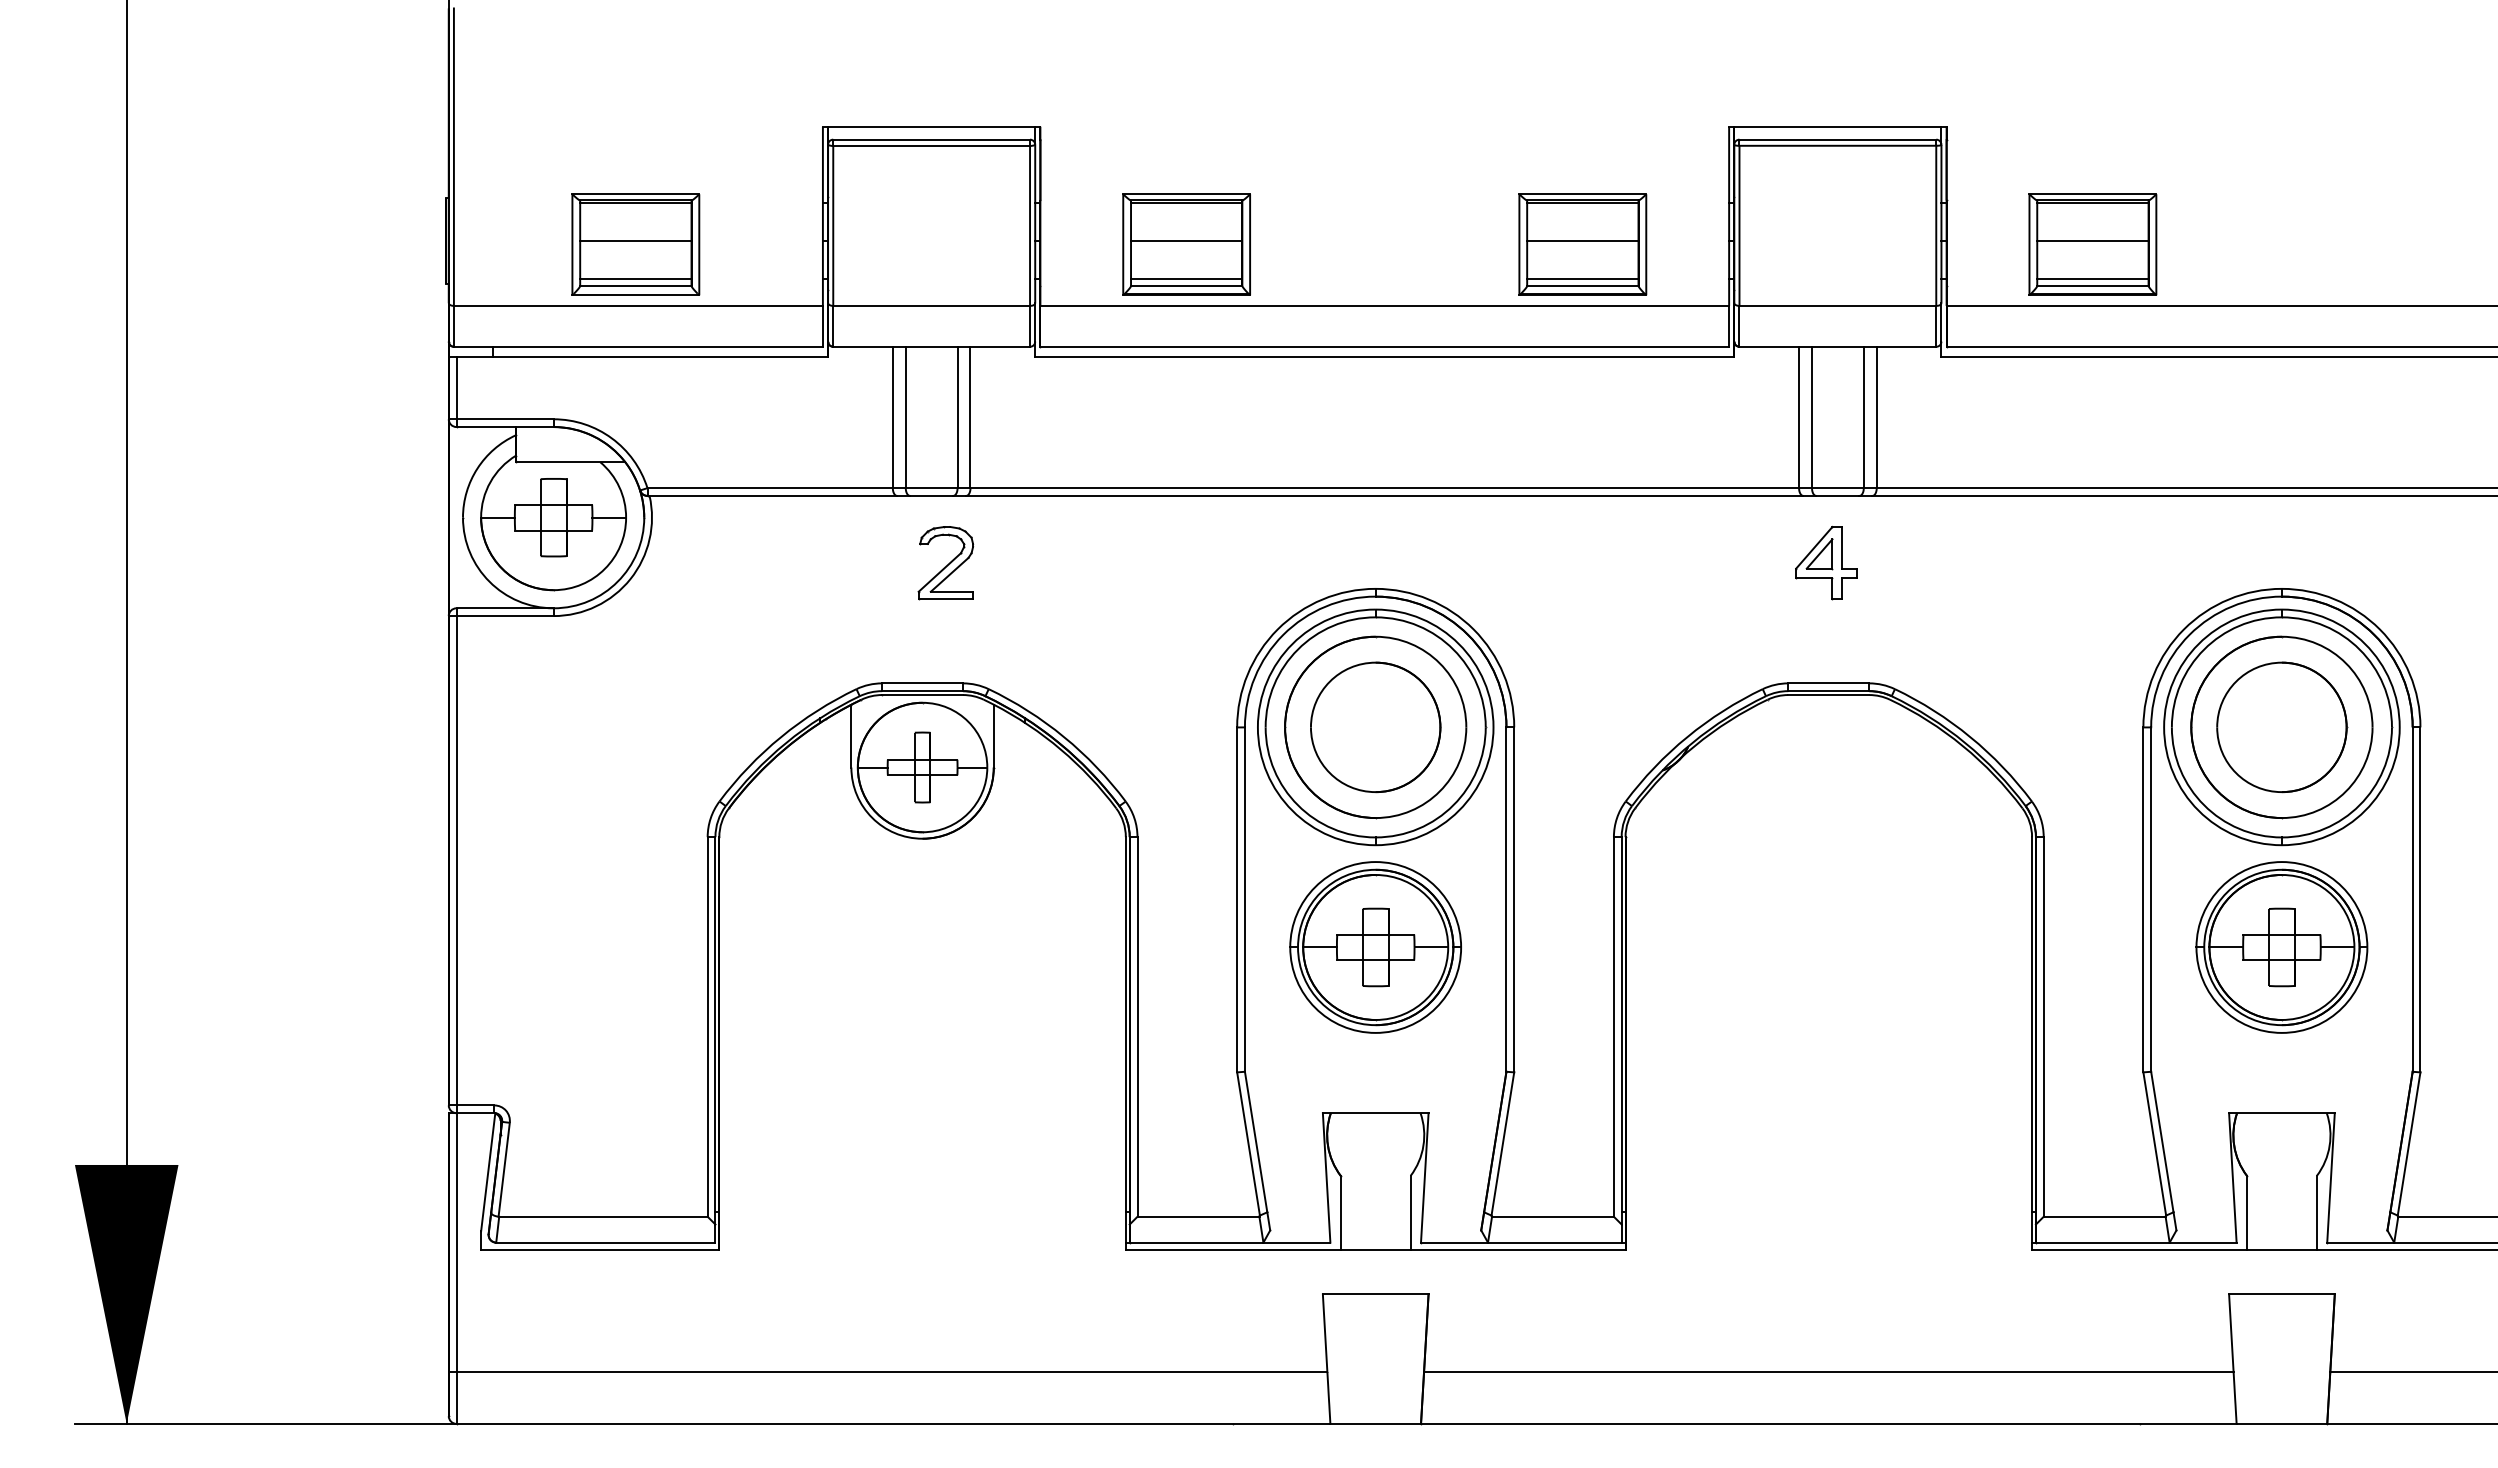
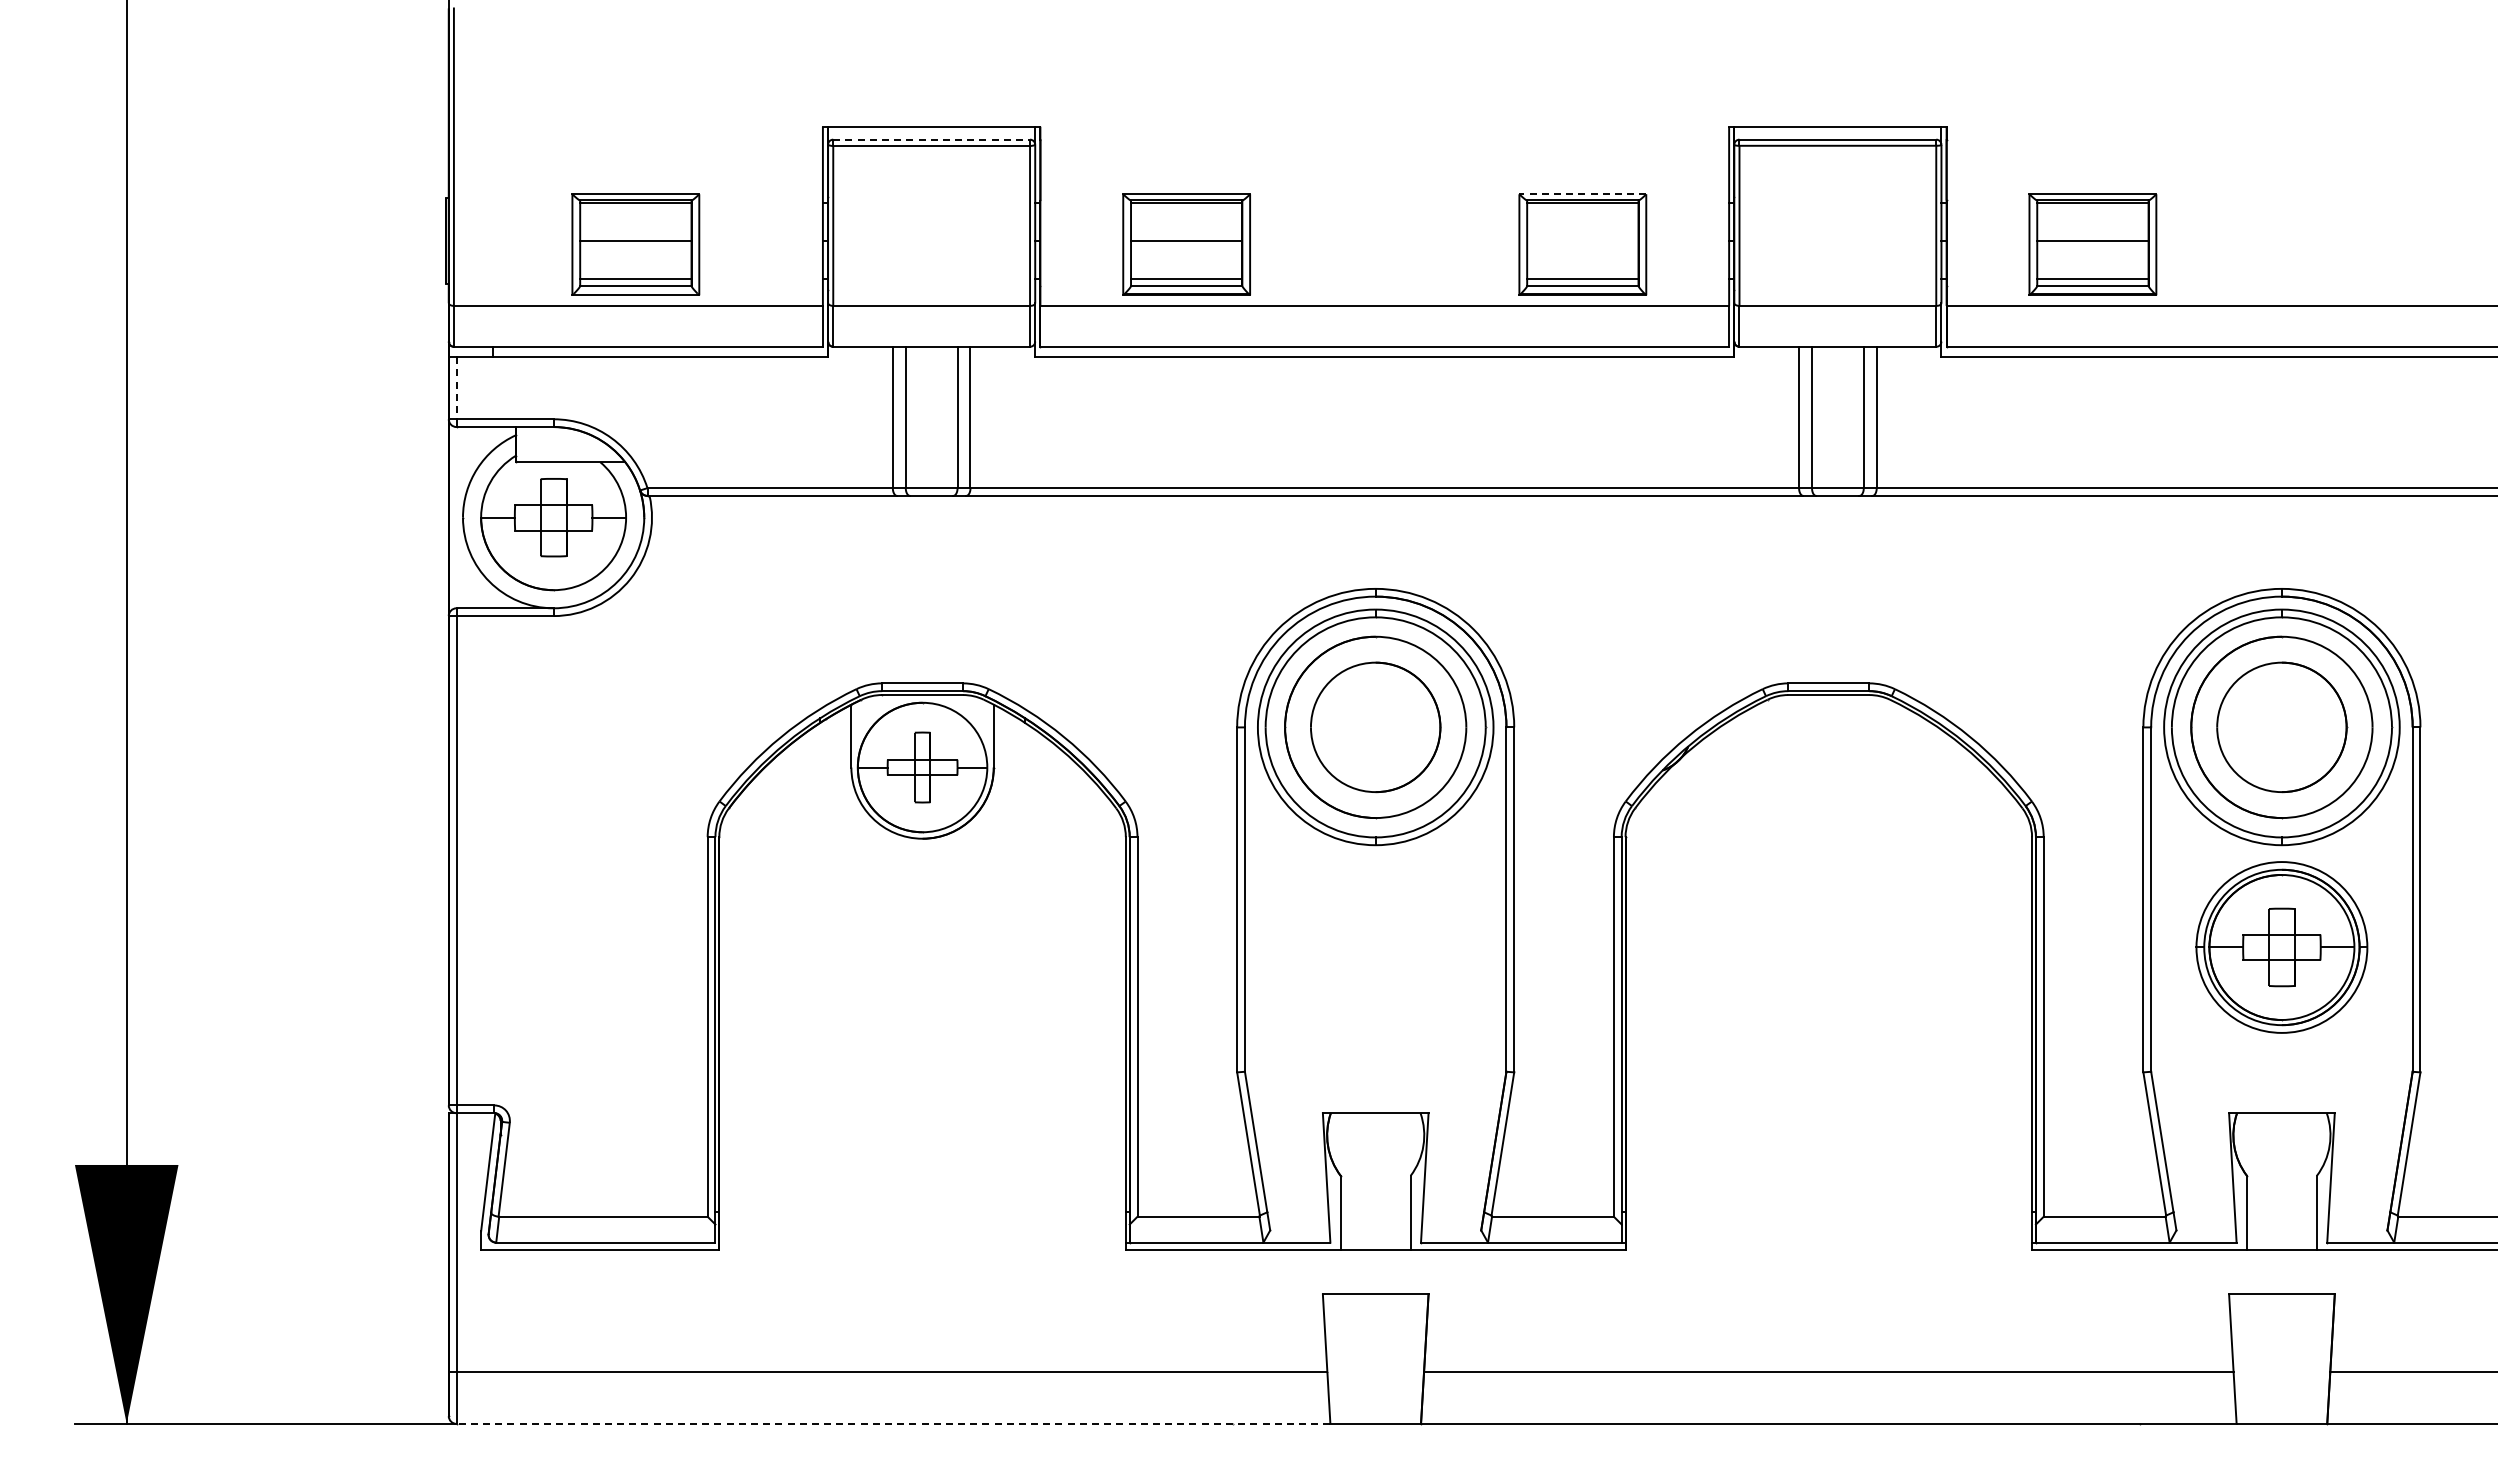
line at (932, 139): solid -> dashed
line at (1582, 194): solid -> dashed
line at (1582, 240): present -> none
line at (456, 388): solid -> dashed
part at (1826, 562): present -> none
part at (945, 563): present -> none
part at (1375, 947): present -> none
line at (893, 1423): solid -> dashed
